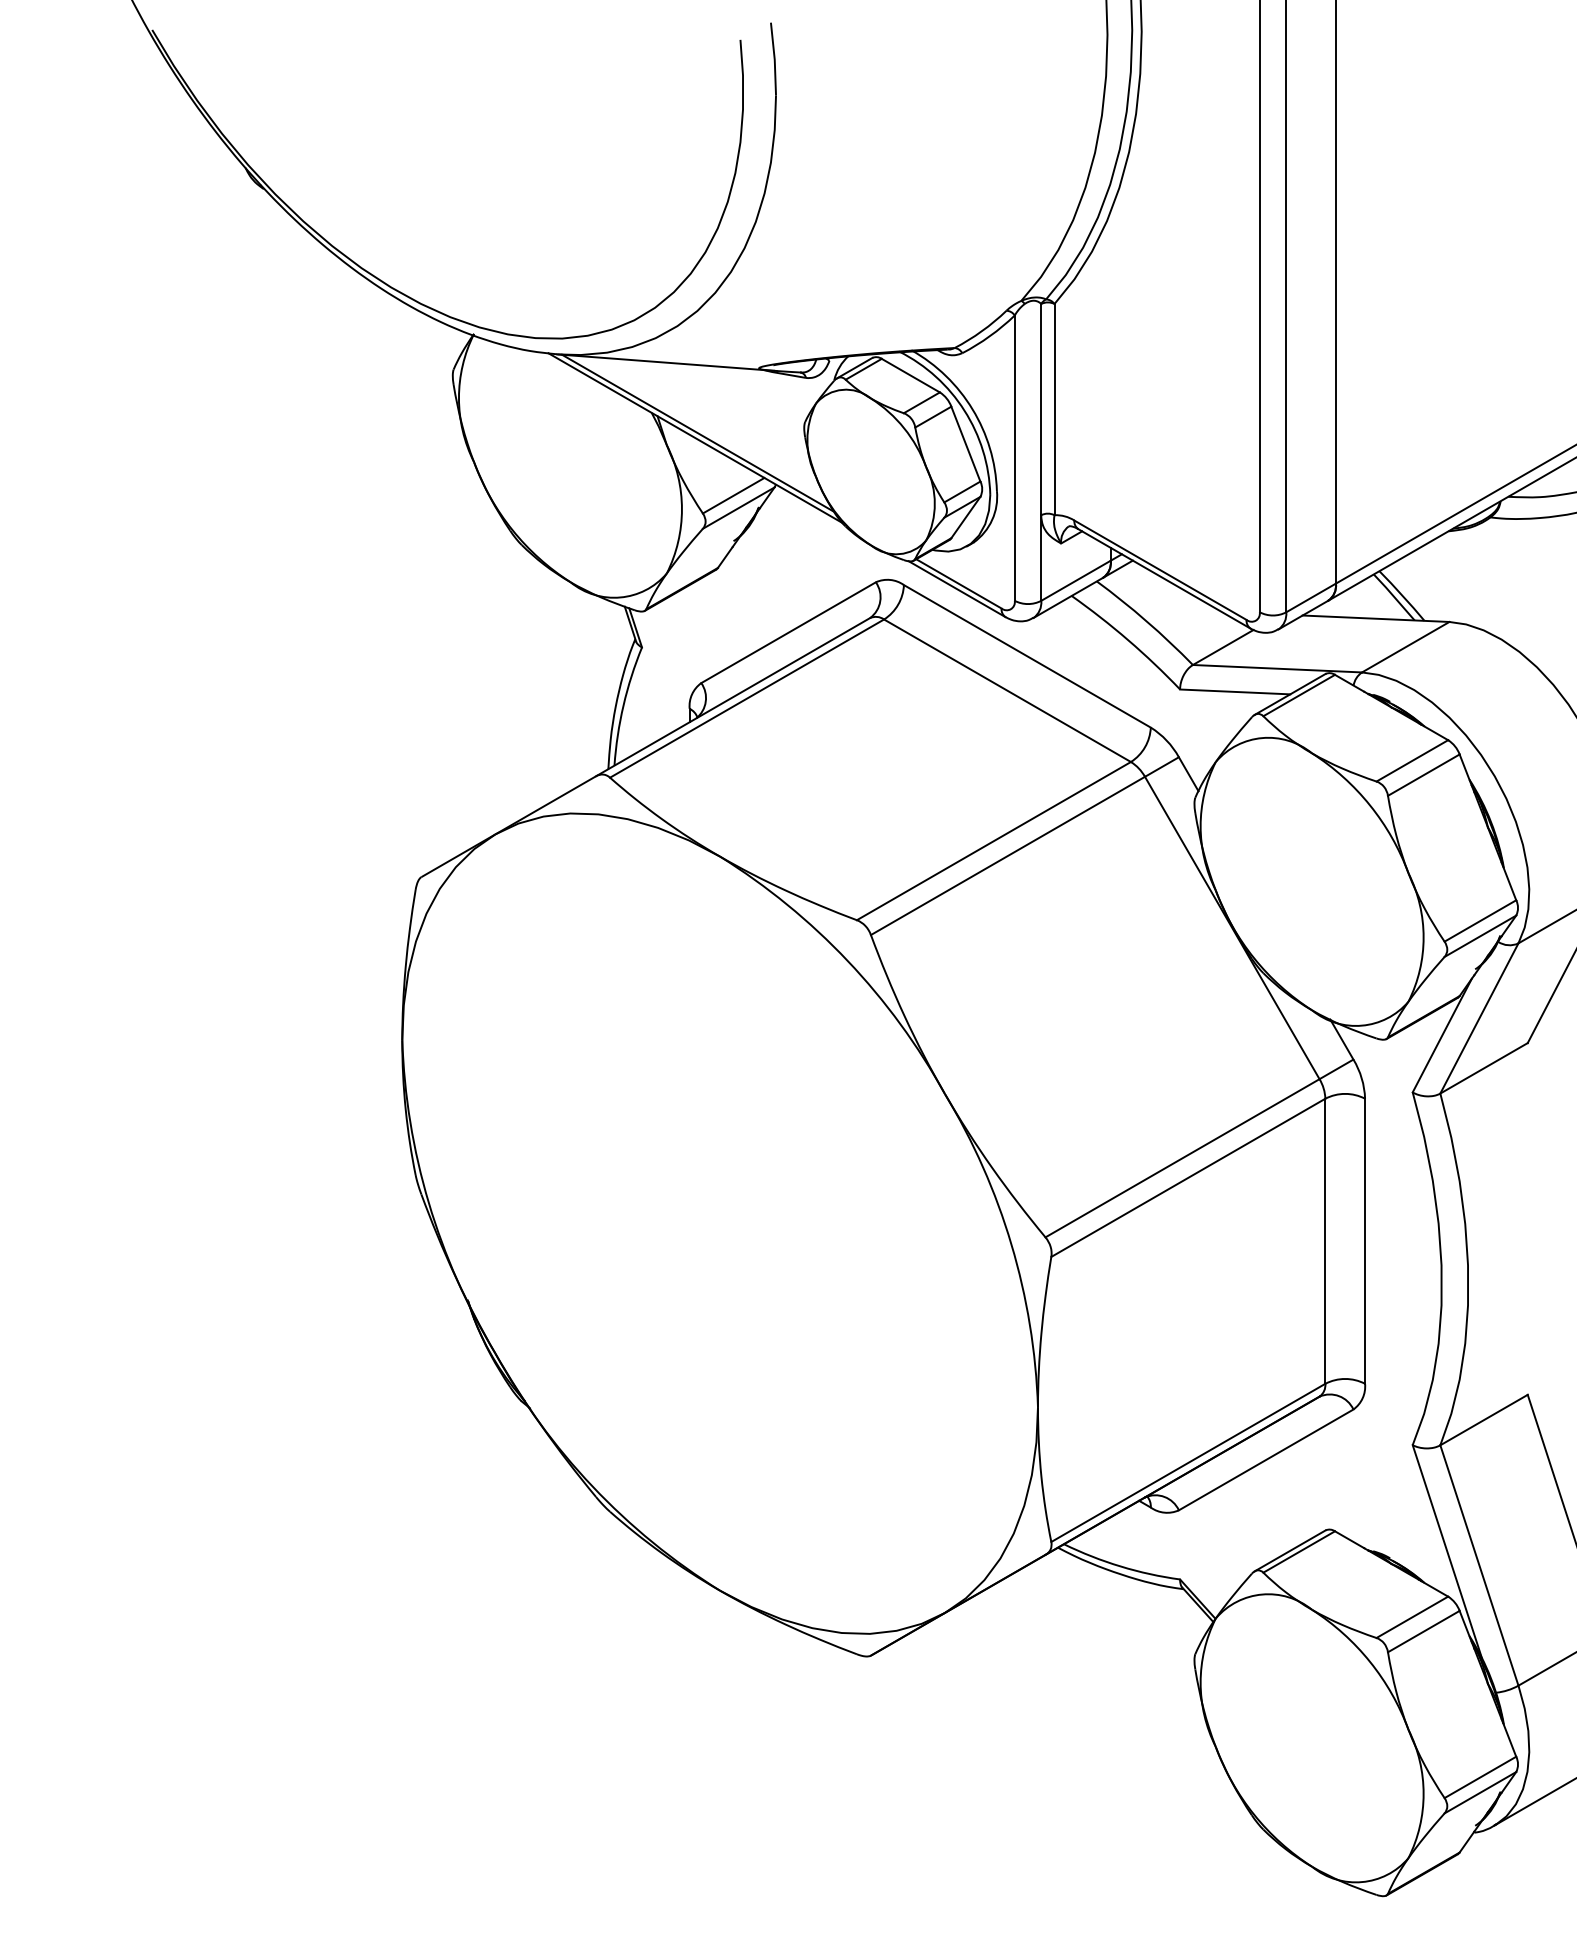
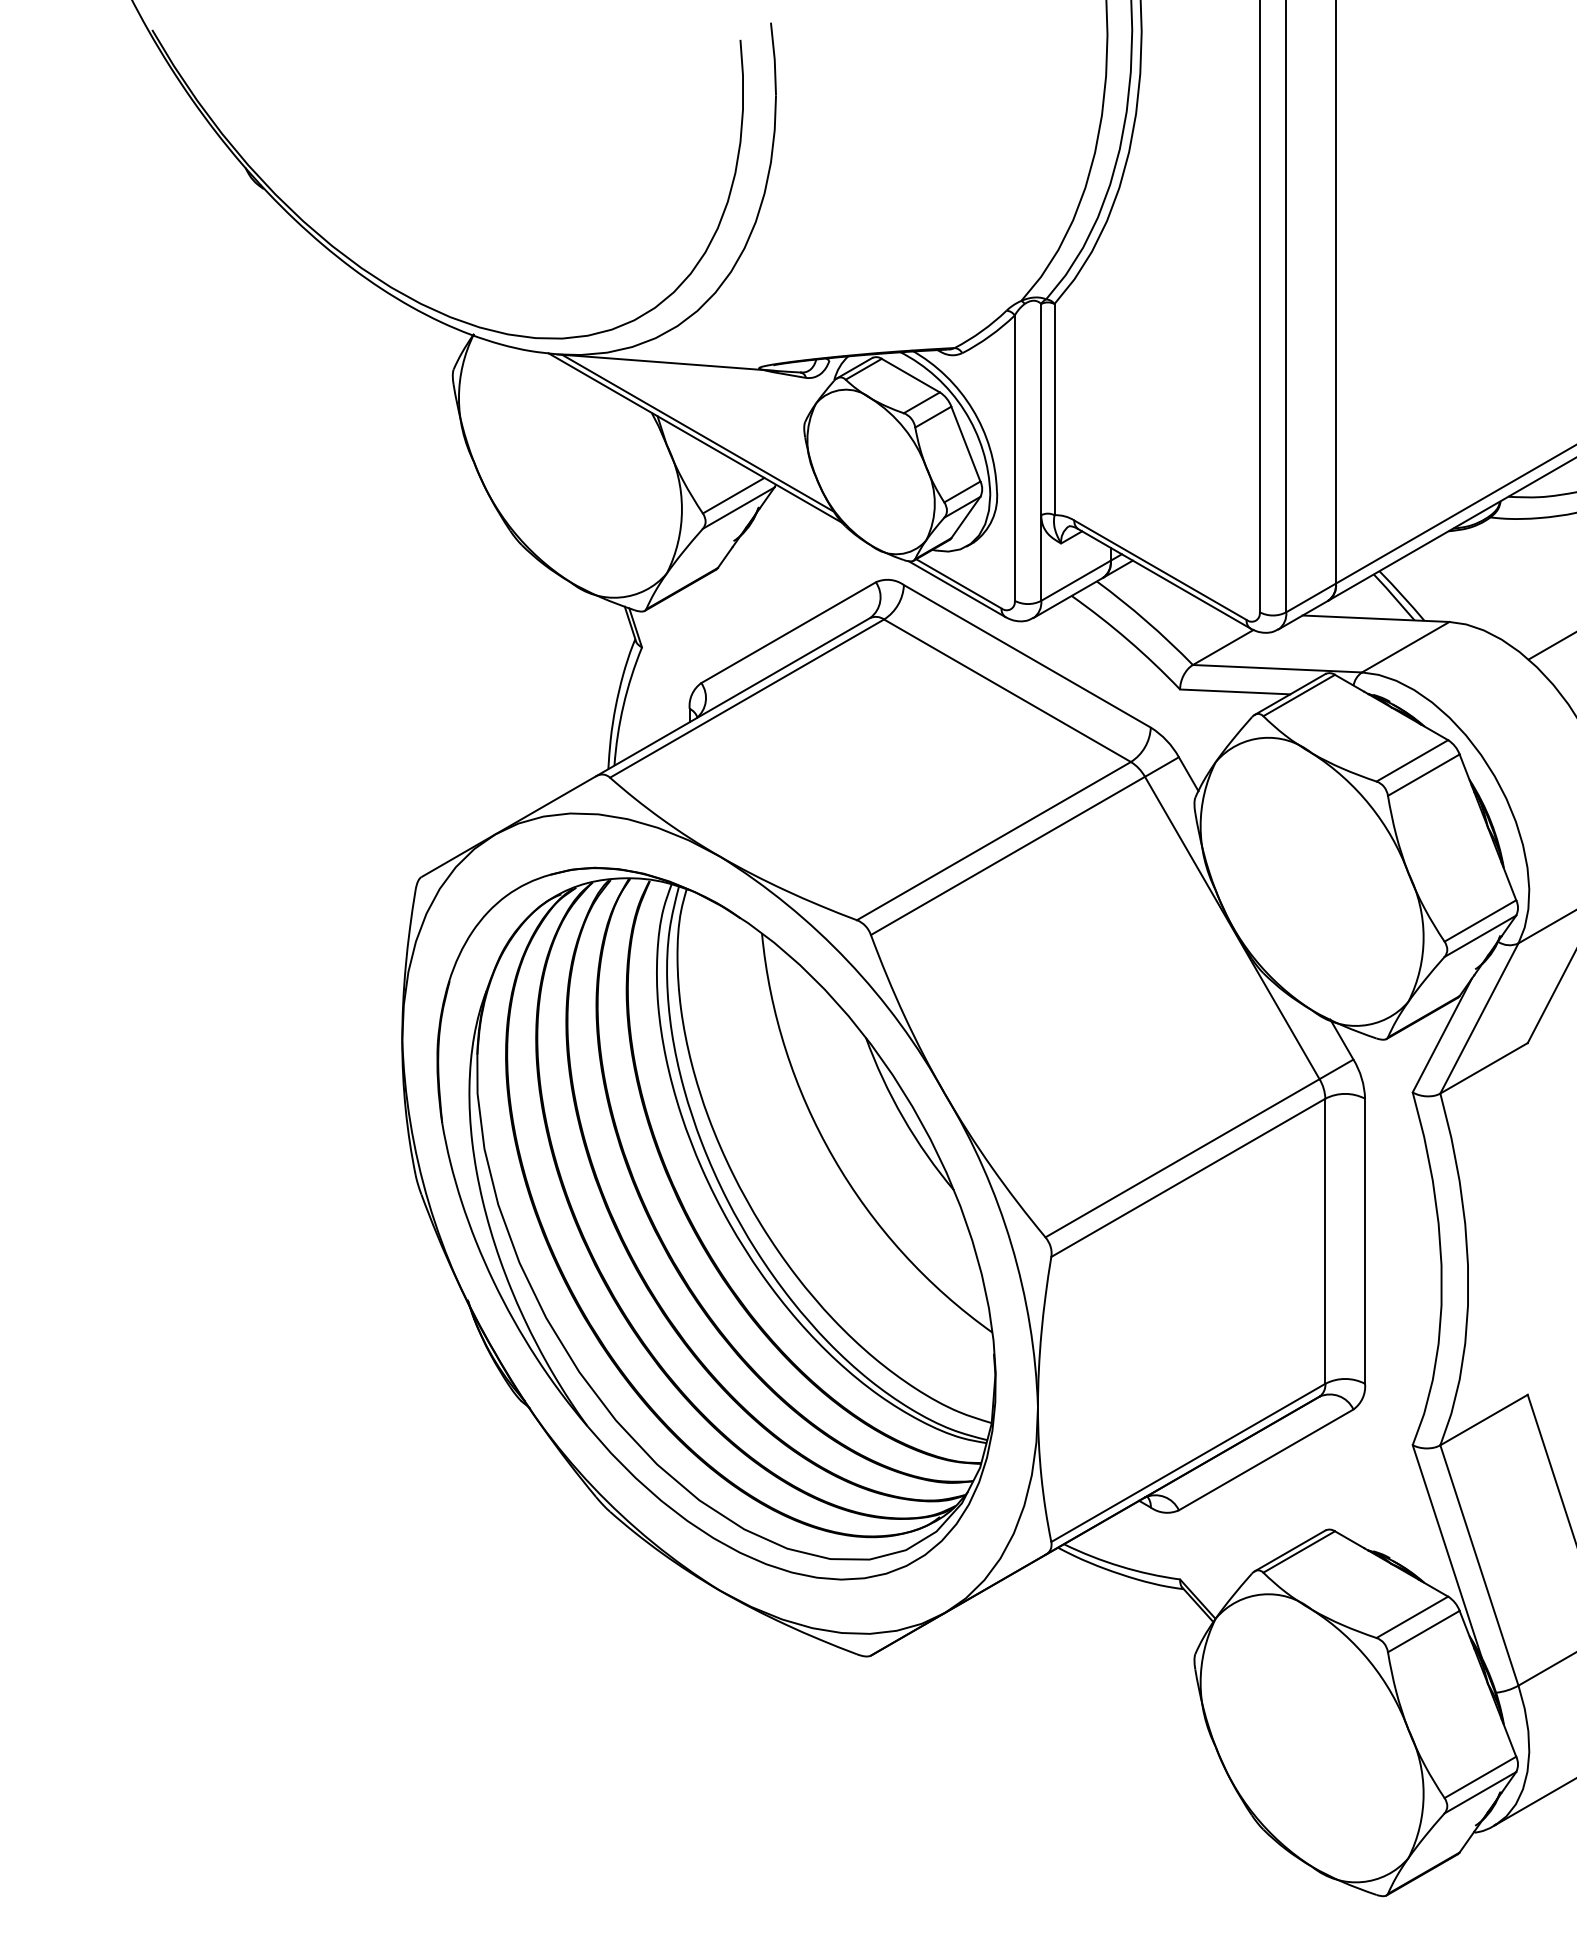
line at (1550, 646): none -> present
part at (716, 1223): none -> present
